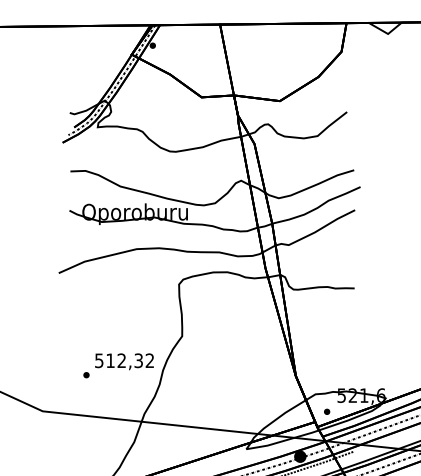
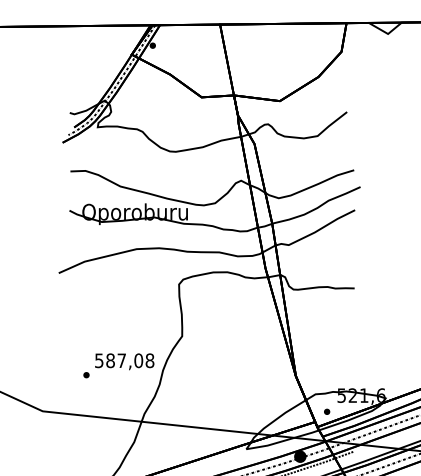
text at (130, 360): 512,32 -> 587,08
